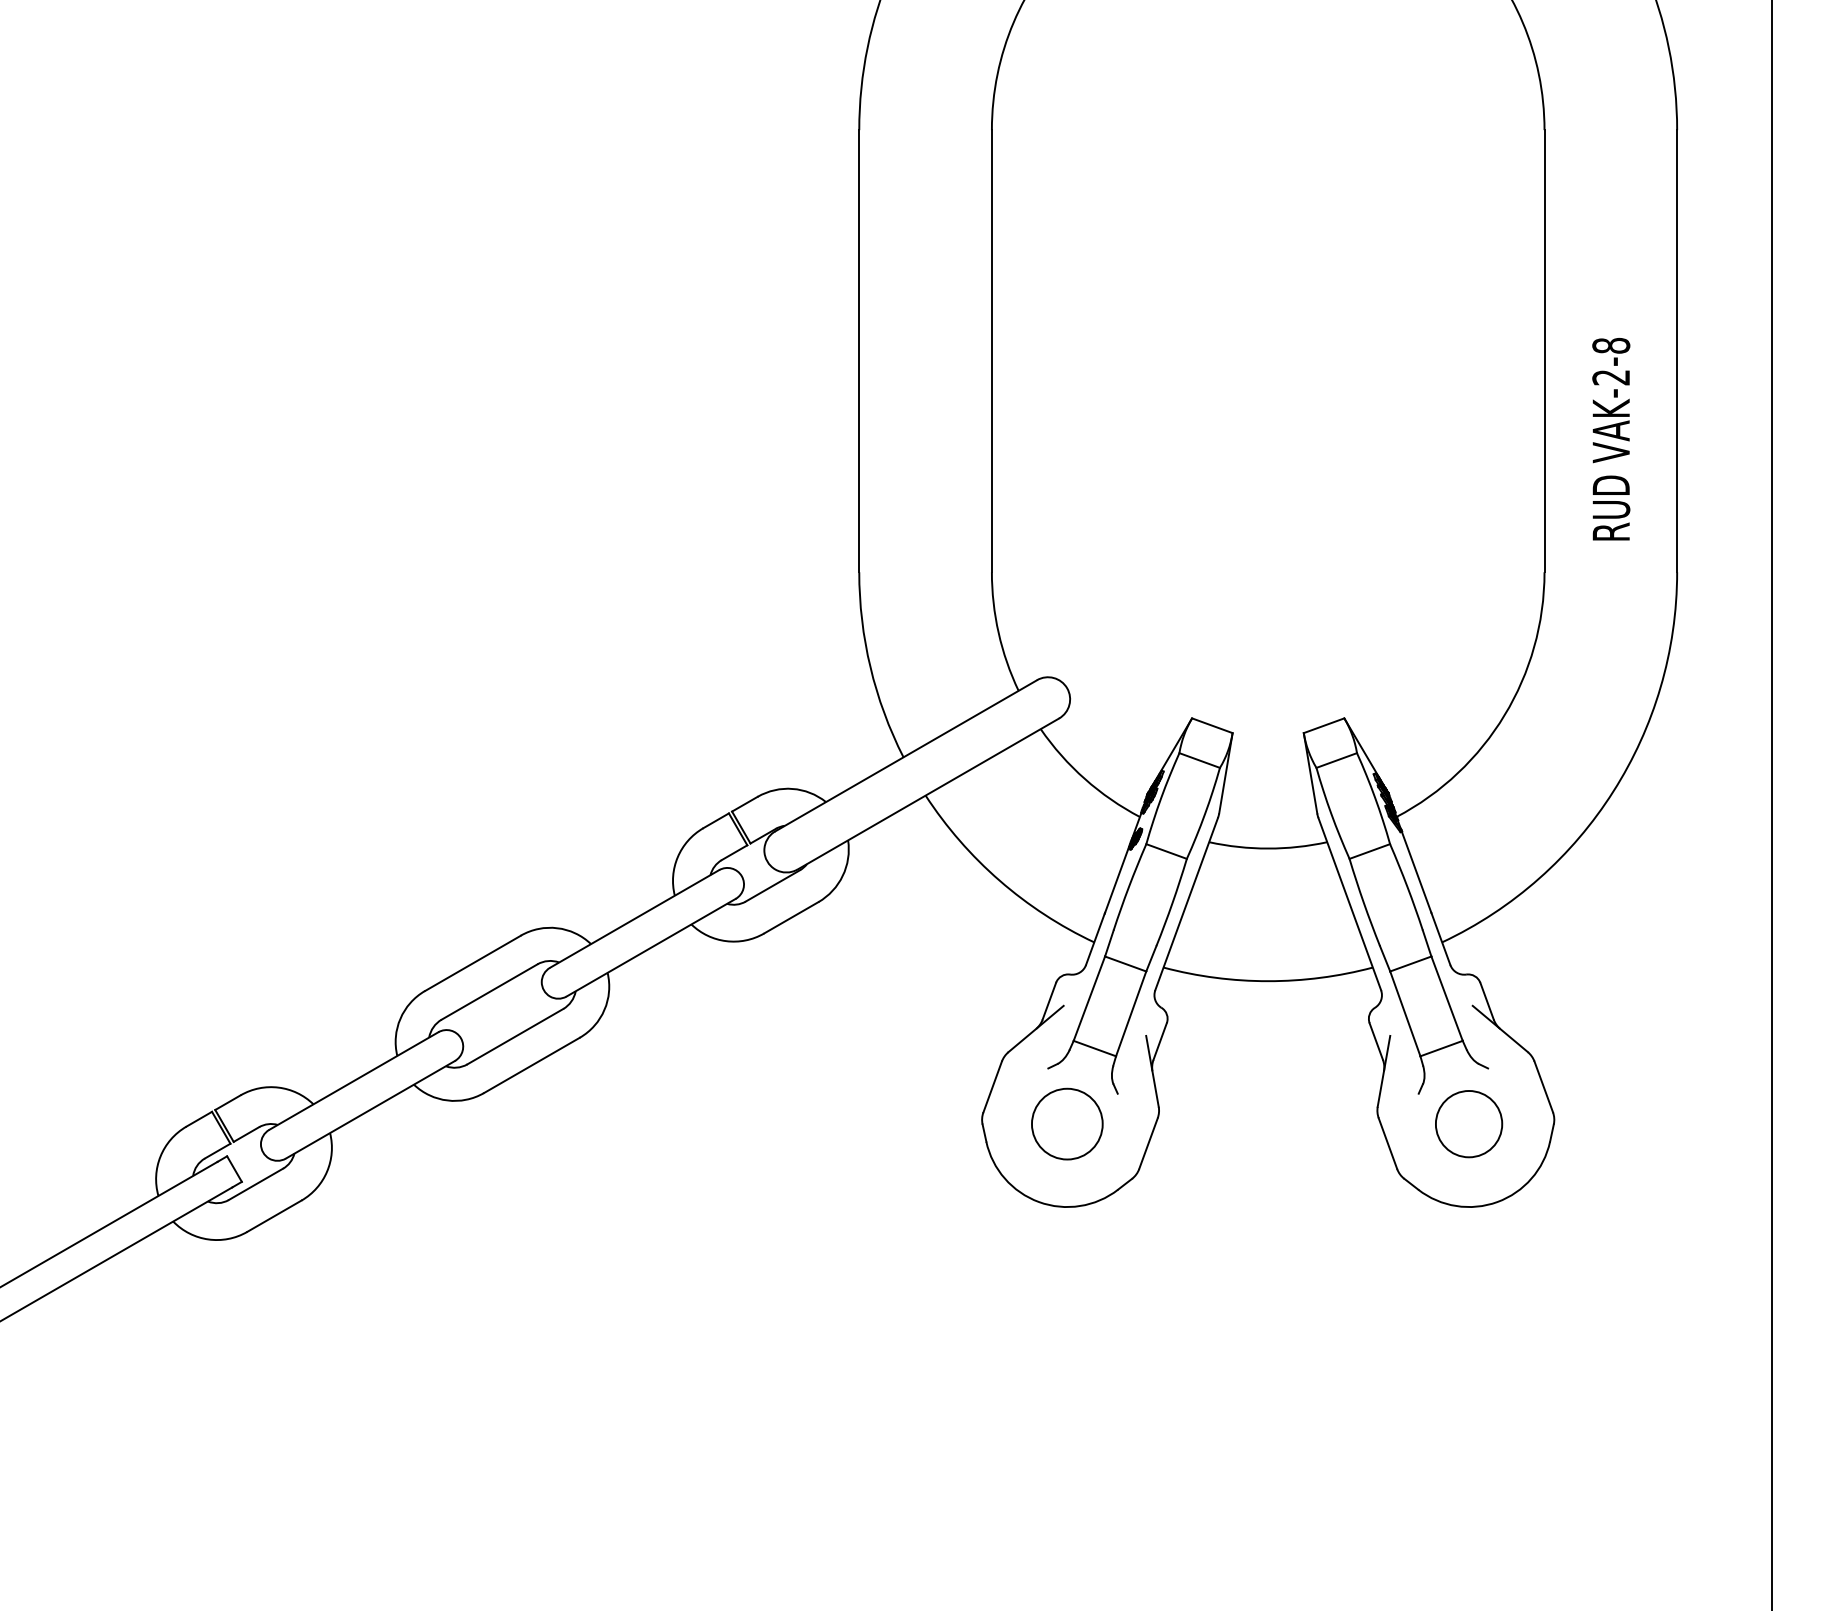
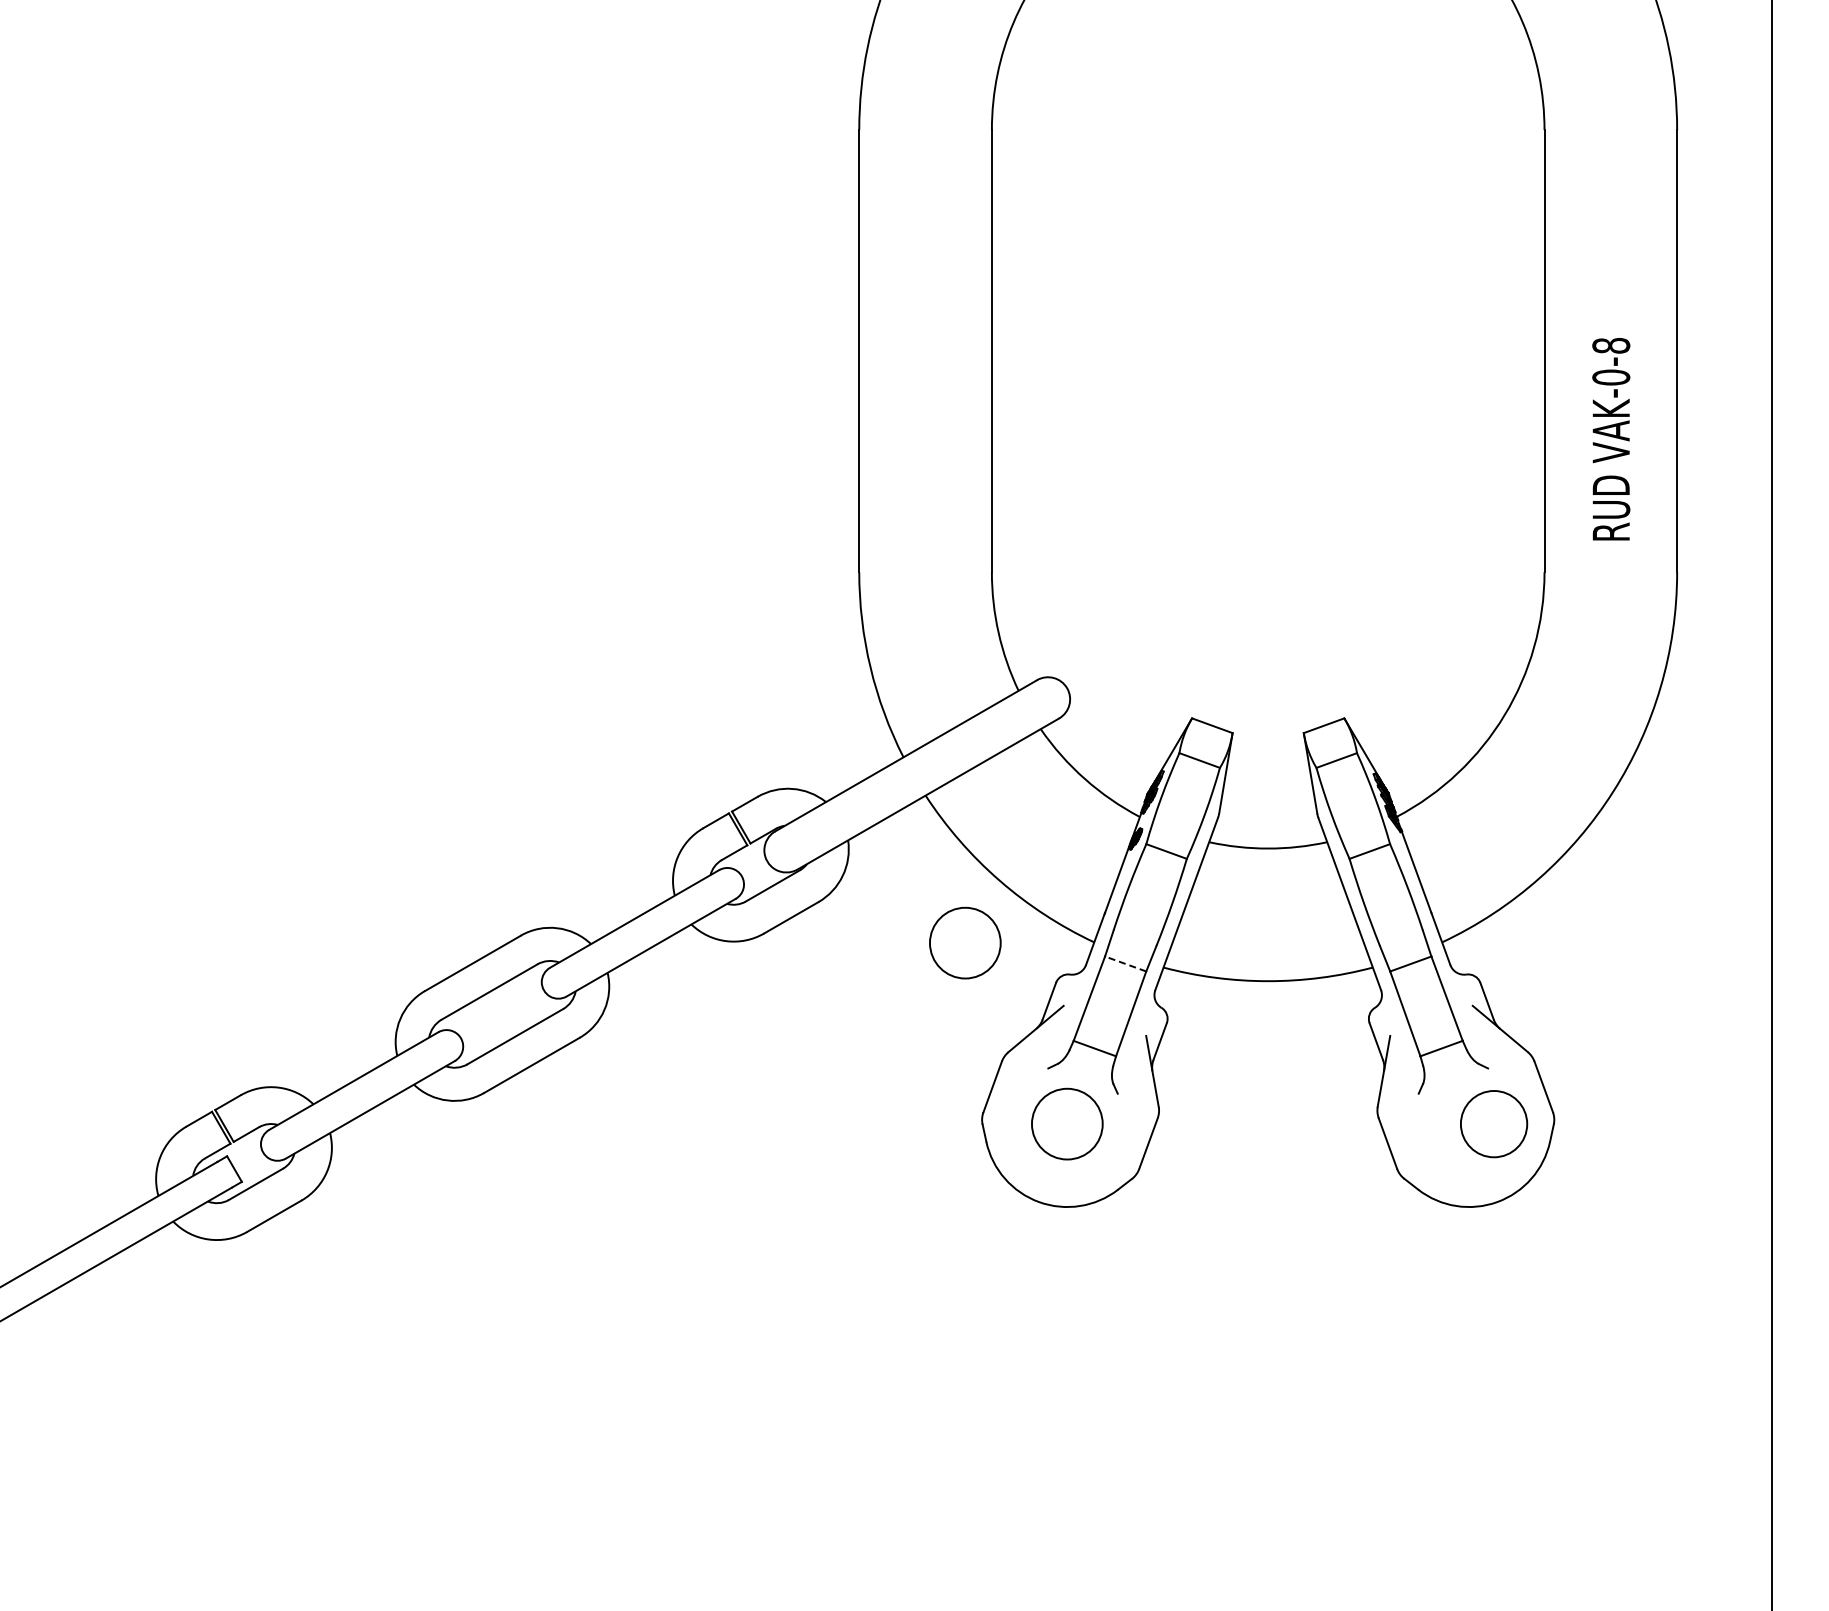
text at (1611, 377): VAK-2-8 -> VAK-0-8
circle at (965, 942): none -> present
line at (1125, 964): solid -> dashed
circle at (1469, 1124) position: (1469, 1124) -> (1494, 1124)
